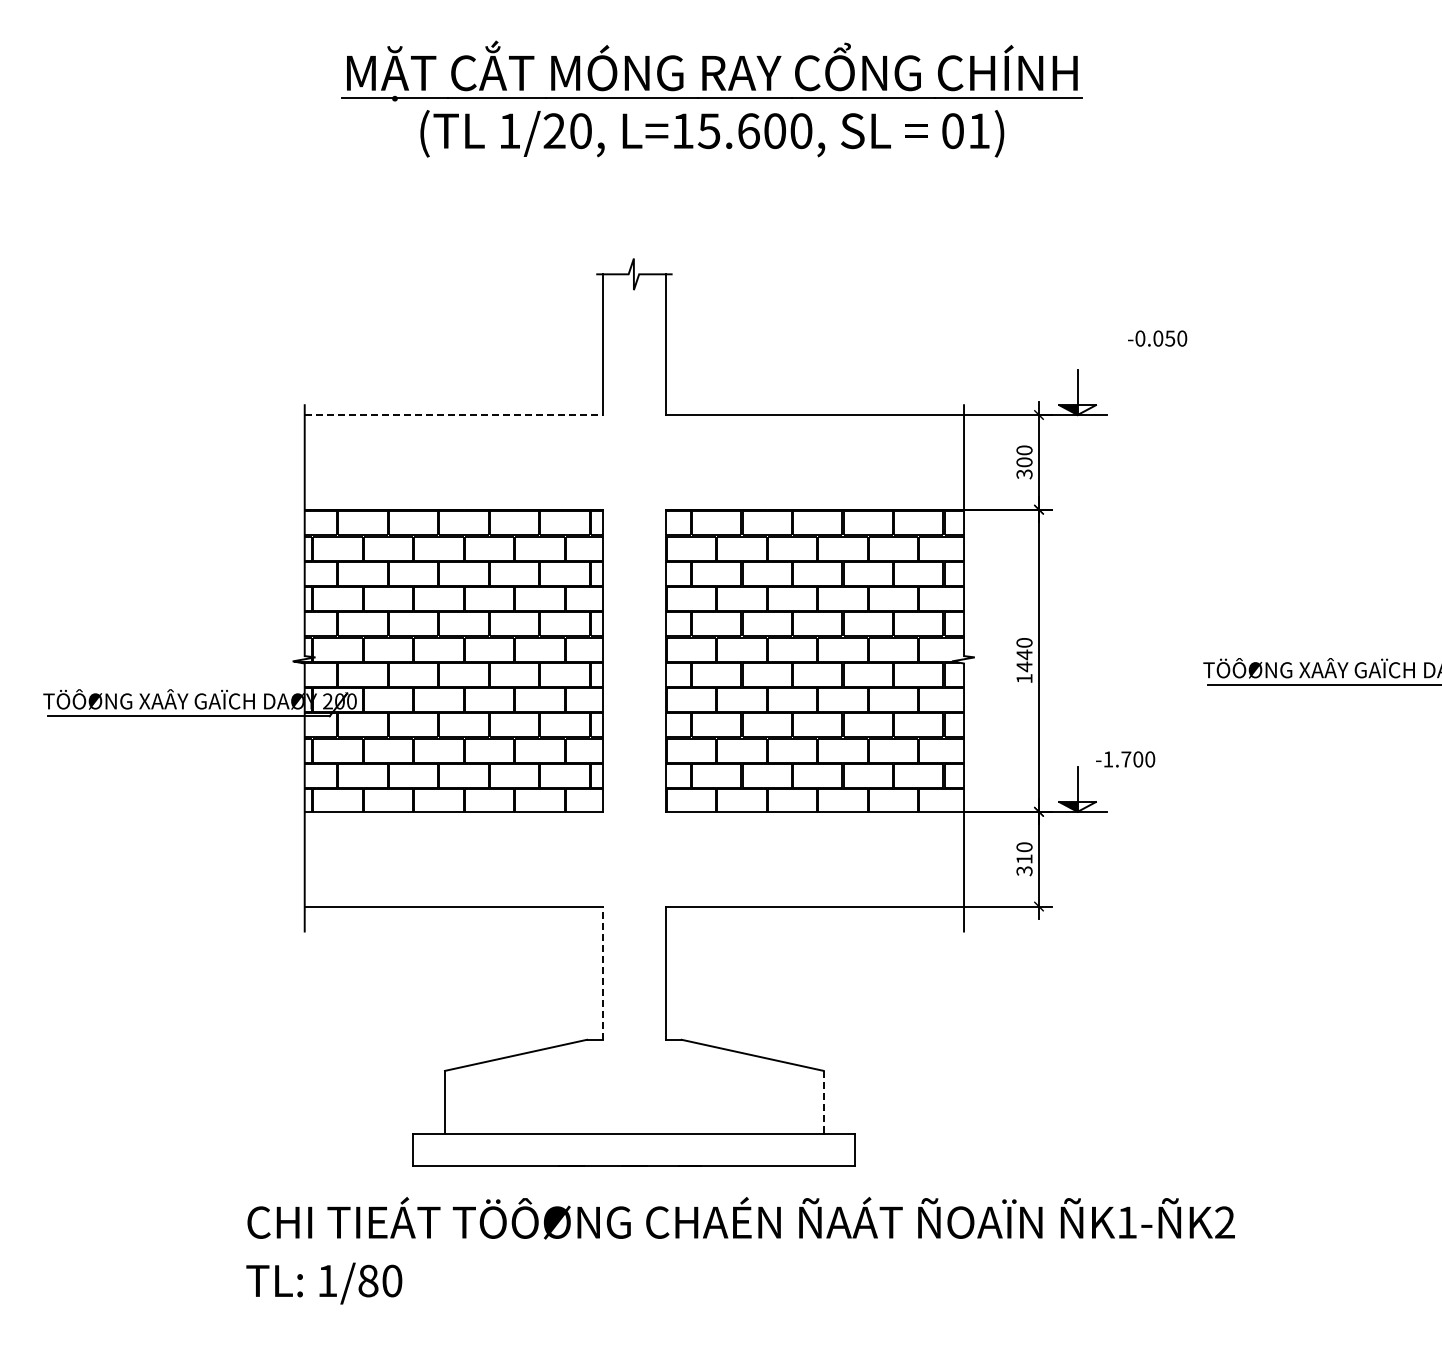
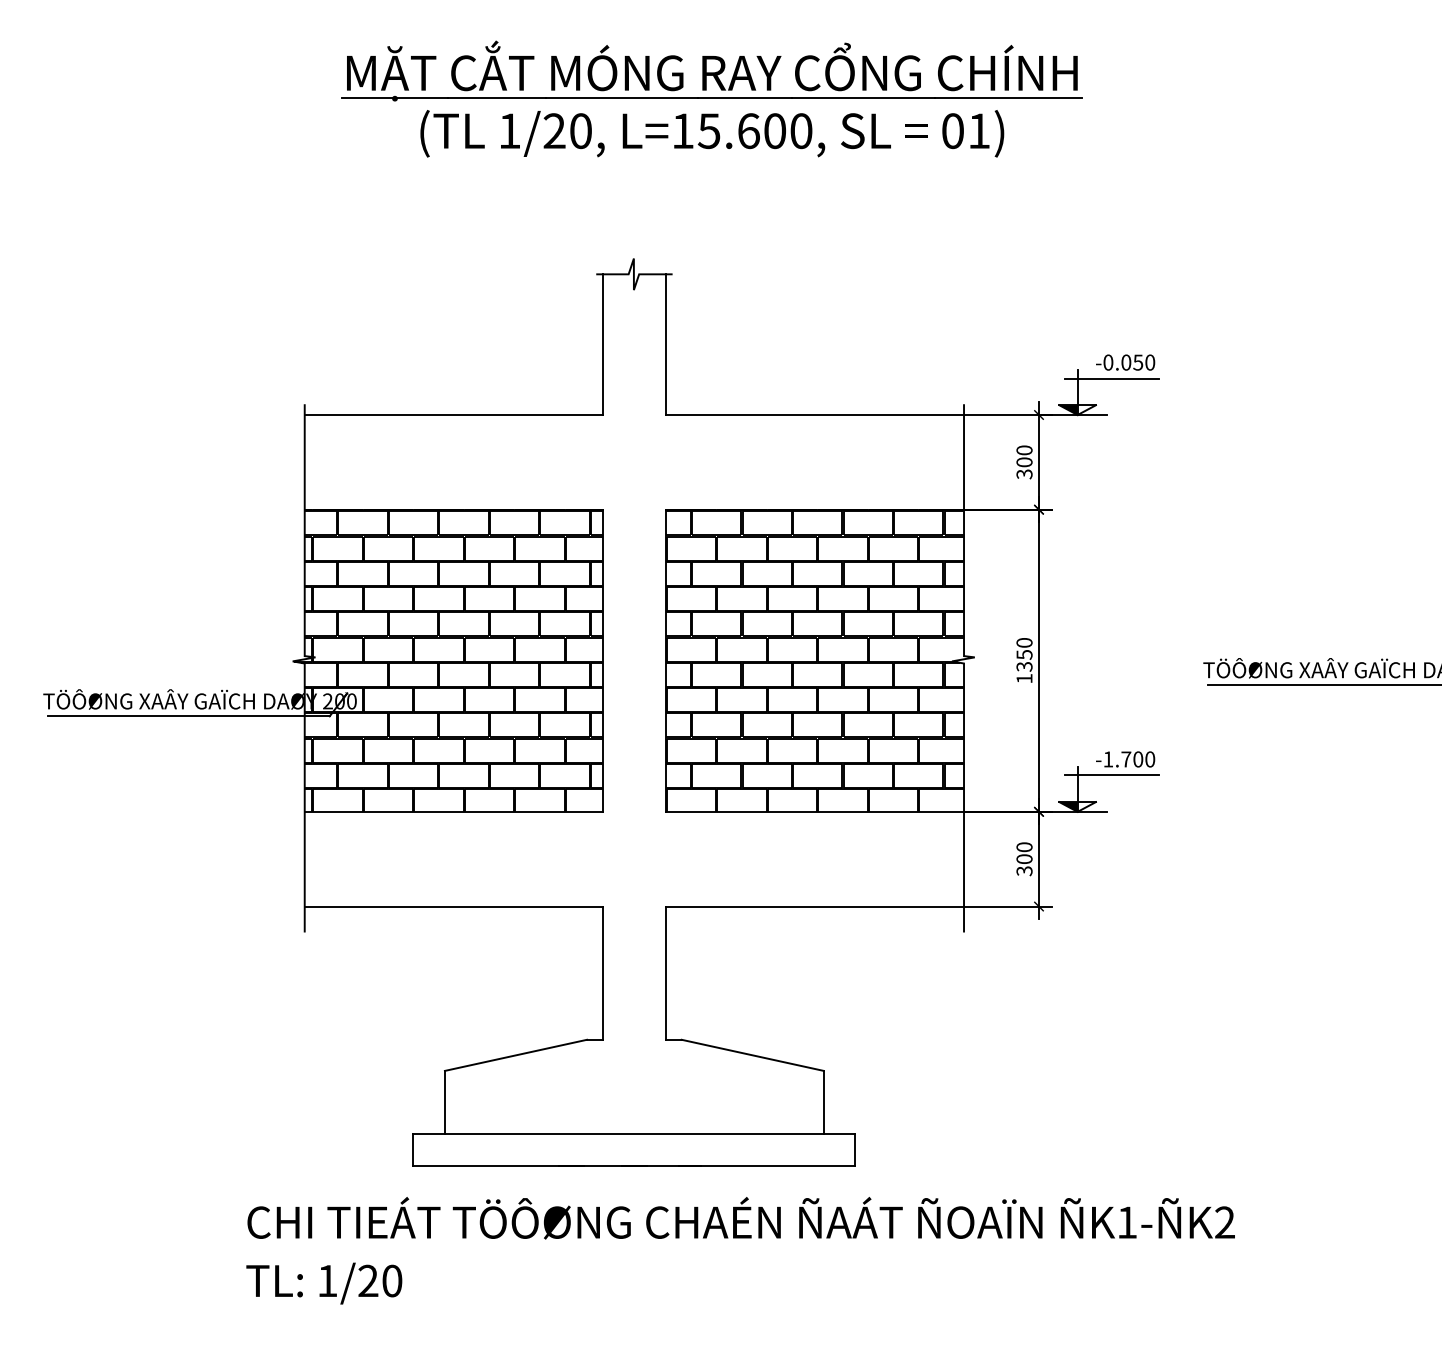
text at (1157, 338) position: (1157, 338) -> (1125, 362)
line at (1112, 378): none -> present
line at (454, 415): dashed -> solid
text at (1024, 660): 1440 -> 1350
line at (1112, 775): none -> present
text at (1024, 858): 310 -> 300
line at (602, 973): dashed -> solid
line at (823, 1102): dashed -> solid
text at (368, 1280): 1/80 -> 1/20
